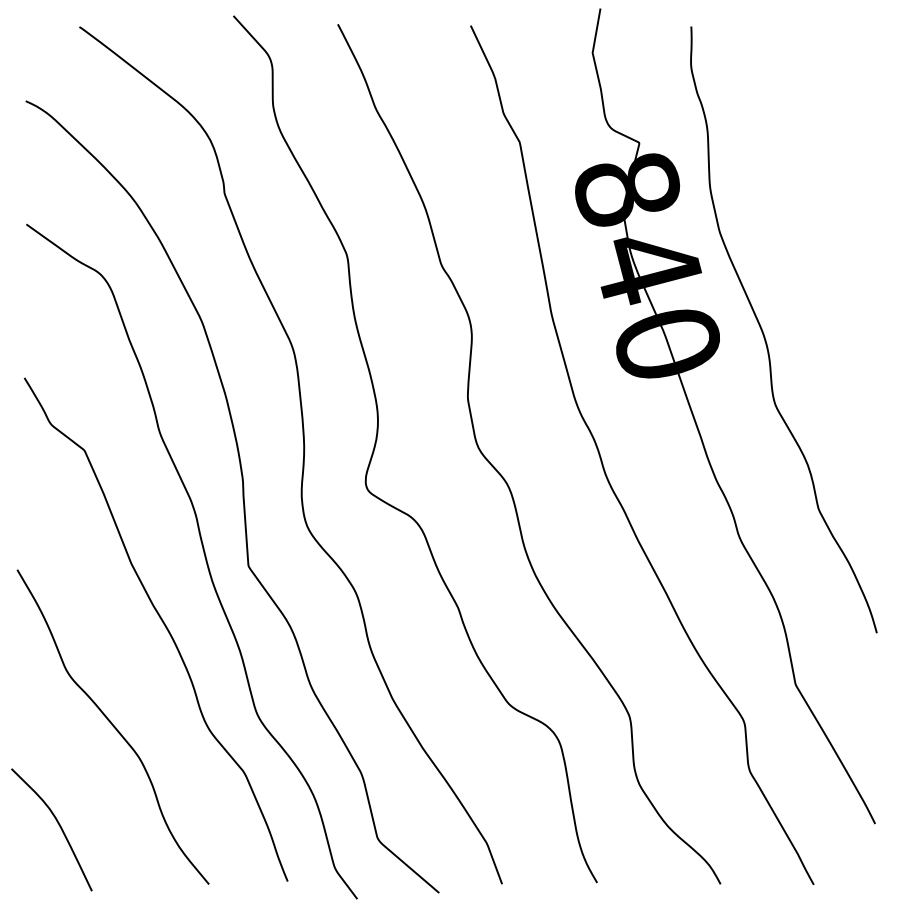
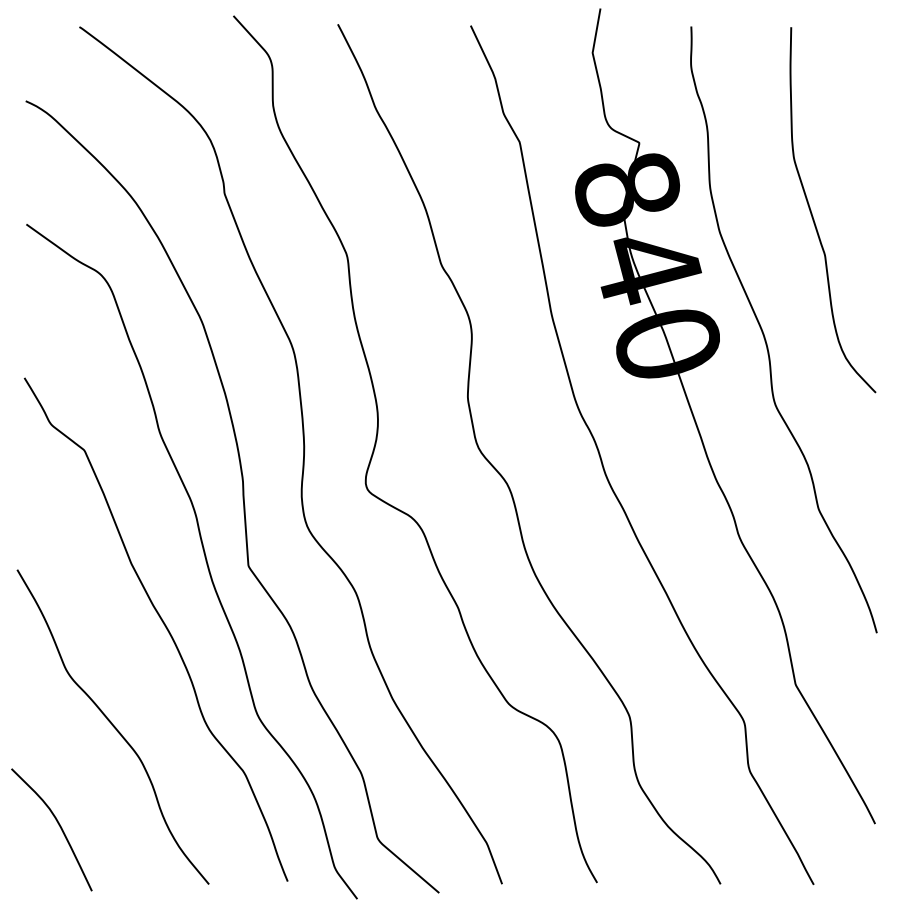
curve at (813, 216): none -> present
